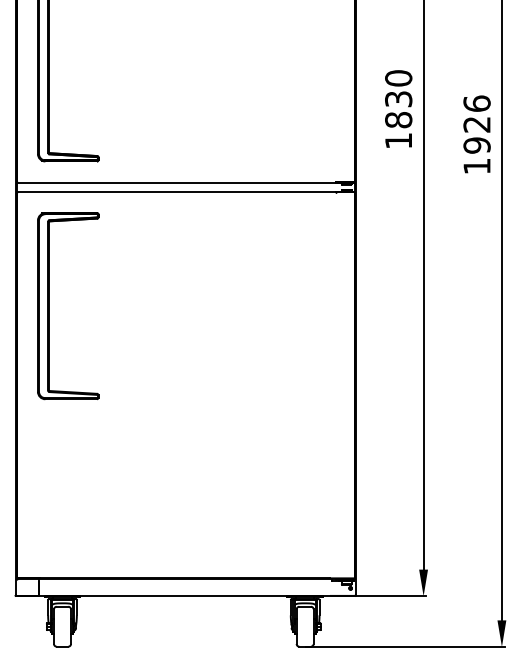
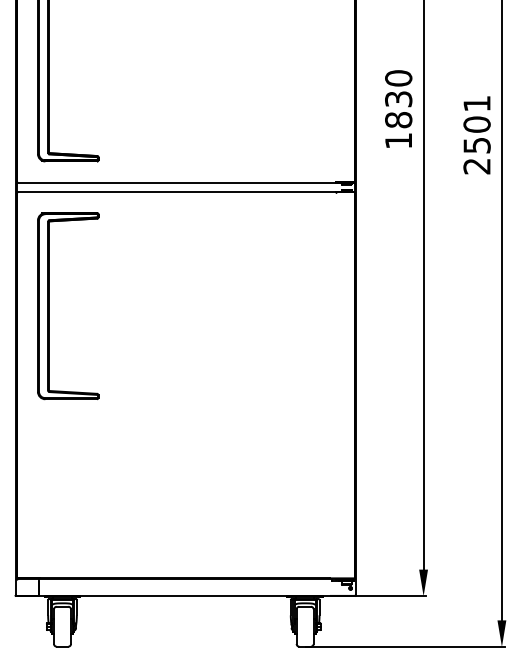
text at (476, 134): 1926 -> 2501
